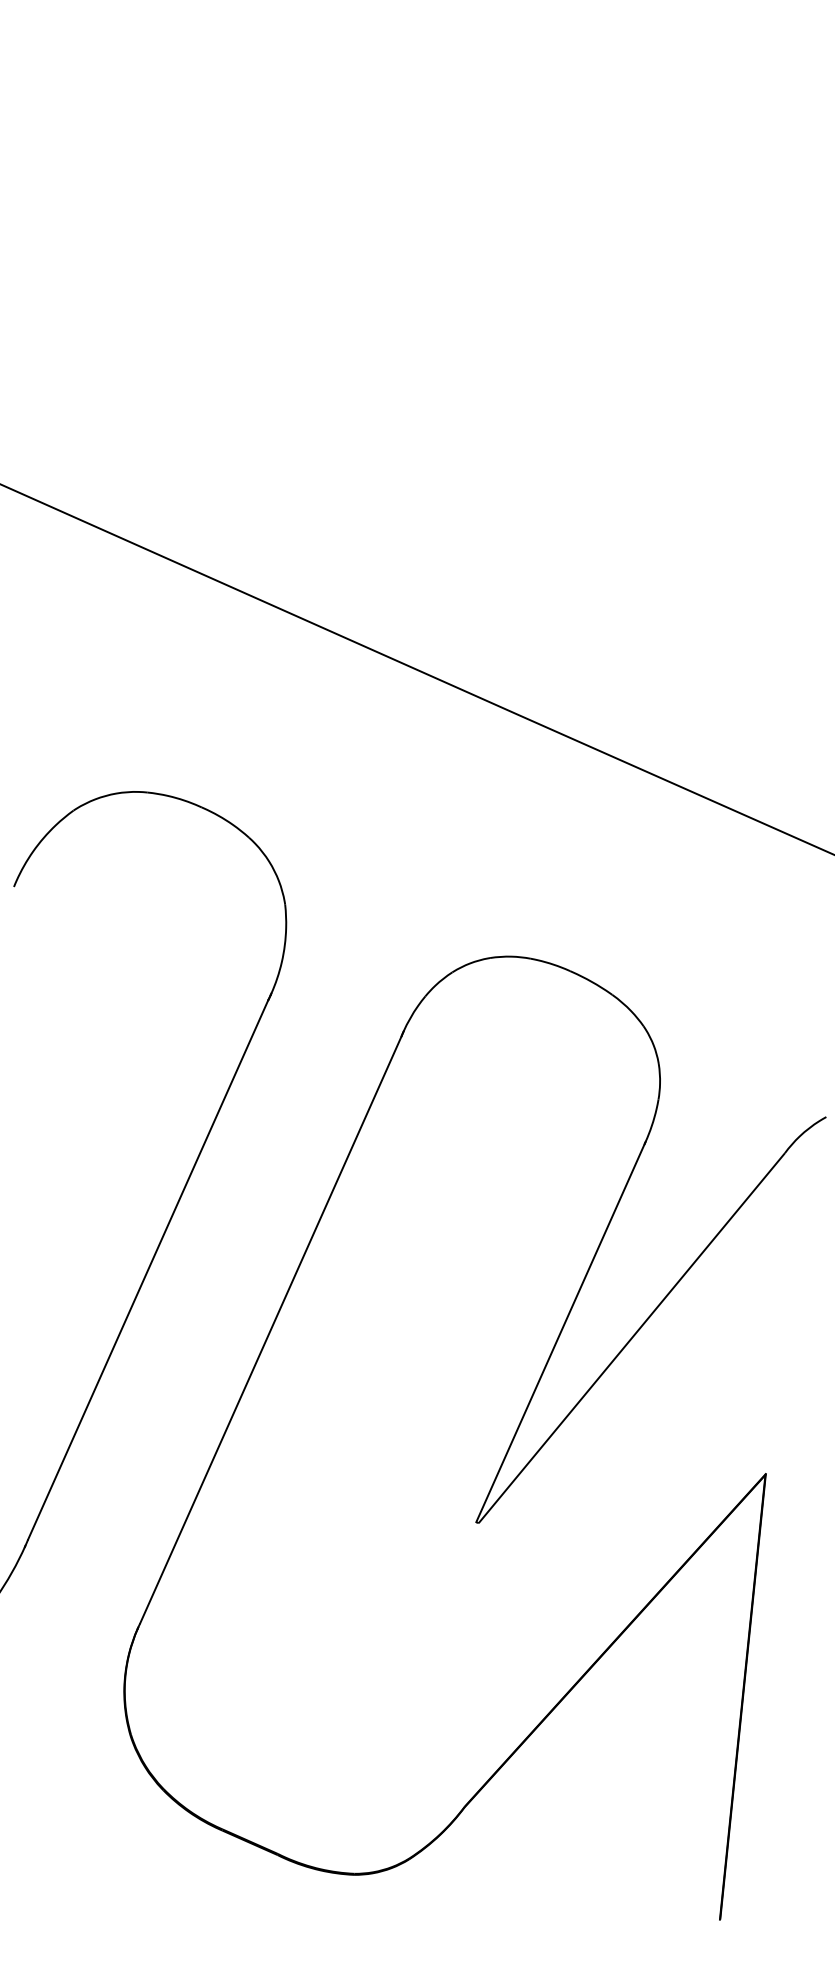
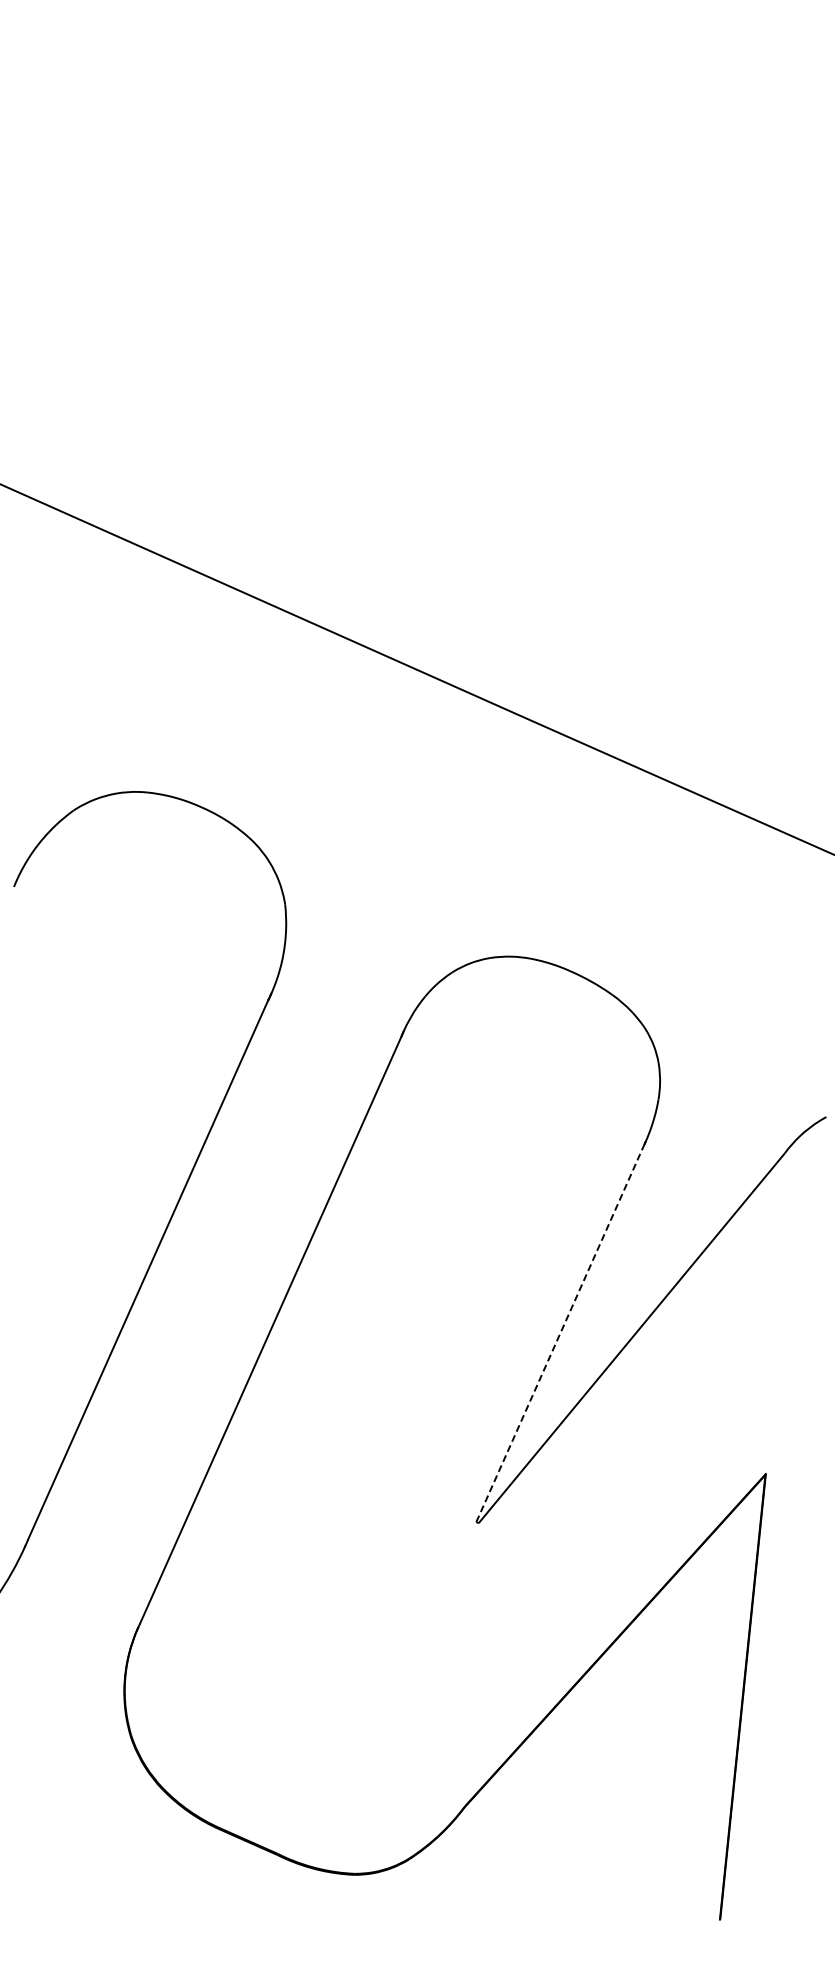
line at (560, 1333): solid -> dashed
